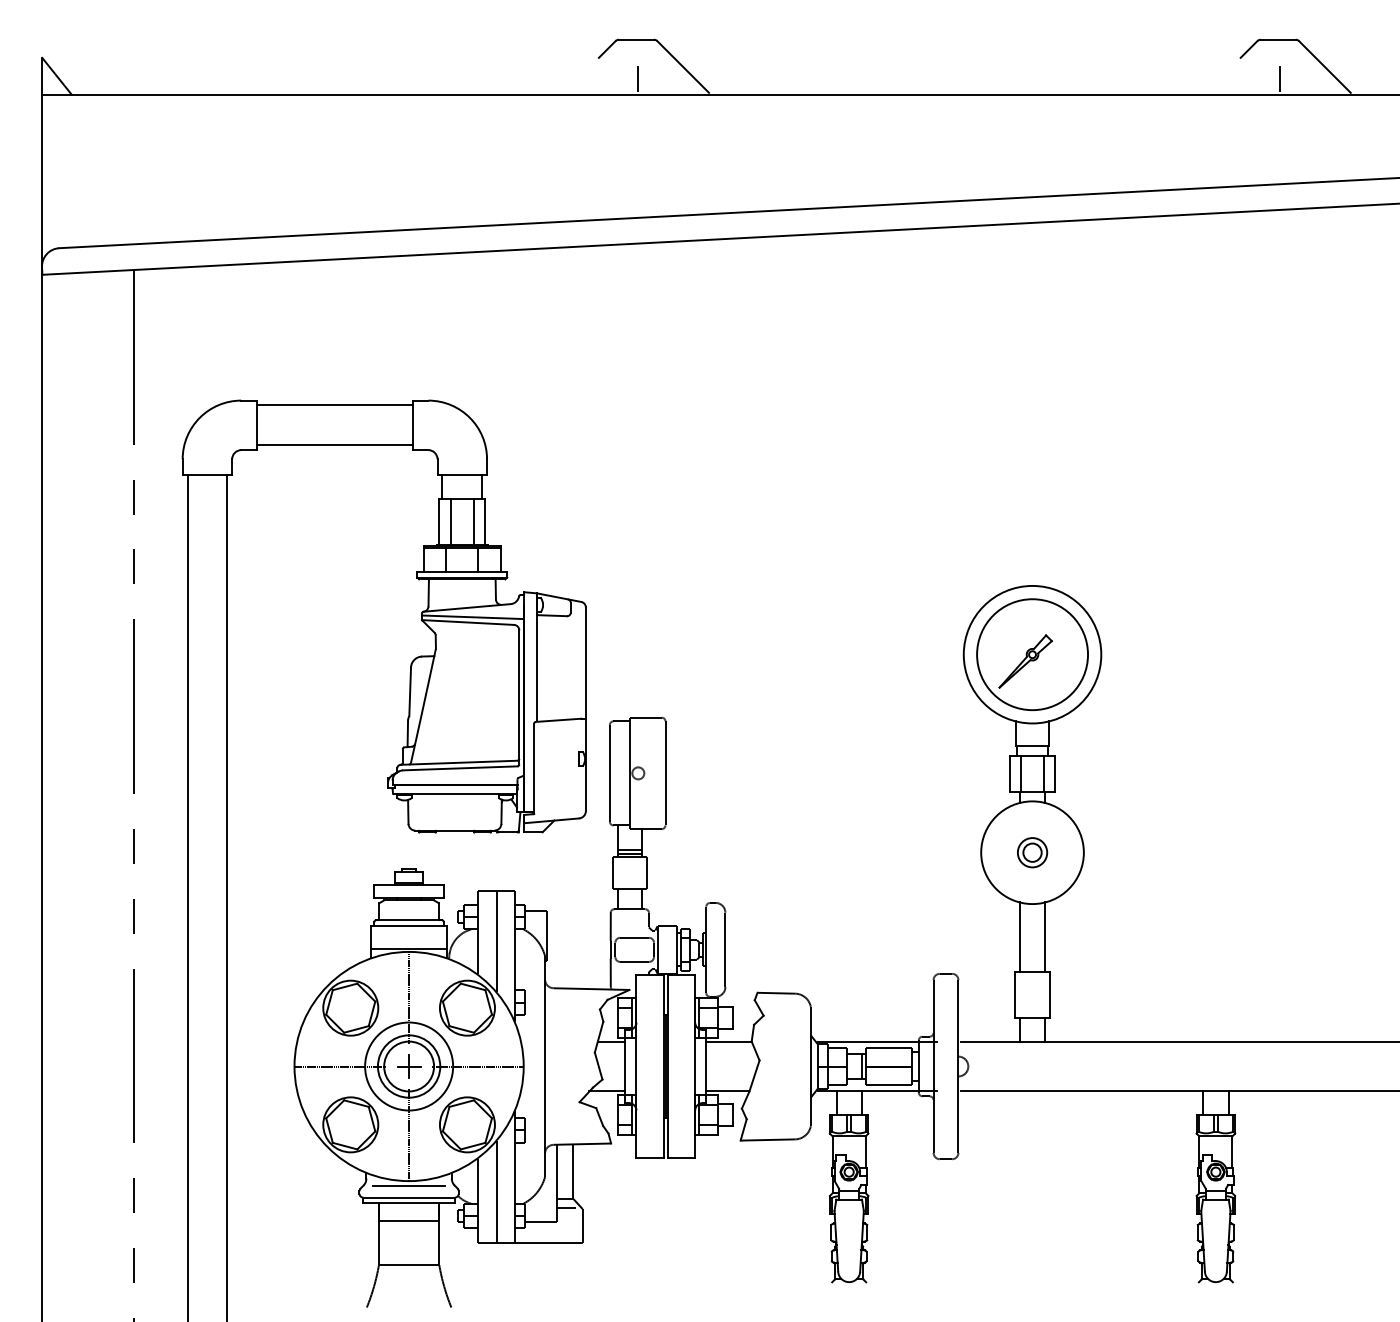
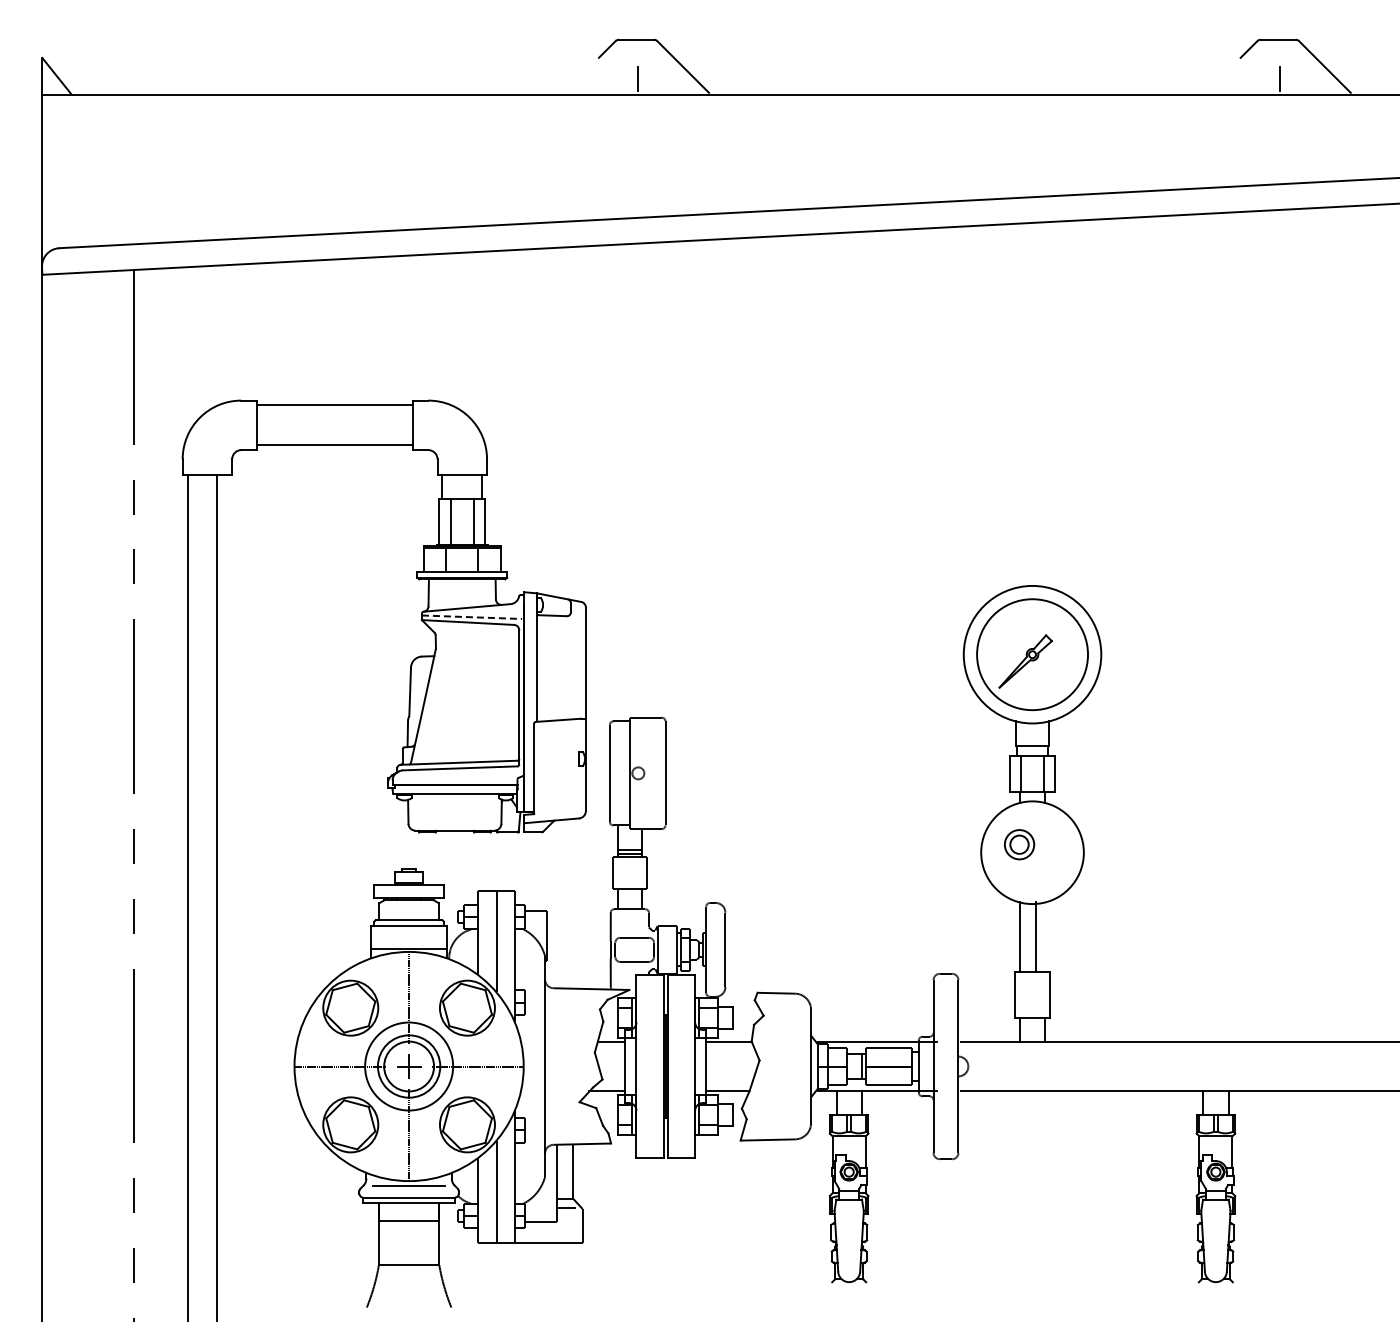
line at (472, 617): solid -> dashed
part at (1032, 852) position: (1032, 852) -> (1019, 844)
line at (227, 896) position: (227, 896) -> (217, 896)
line at (1045, 936) position: (1045, 936) -> (1036, 936)
